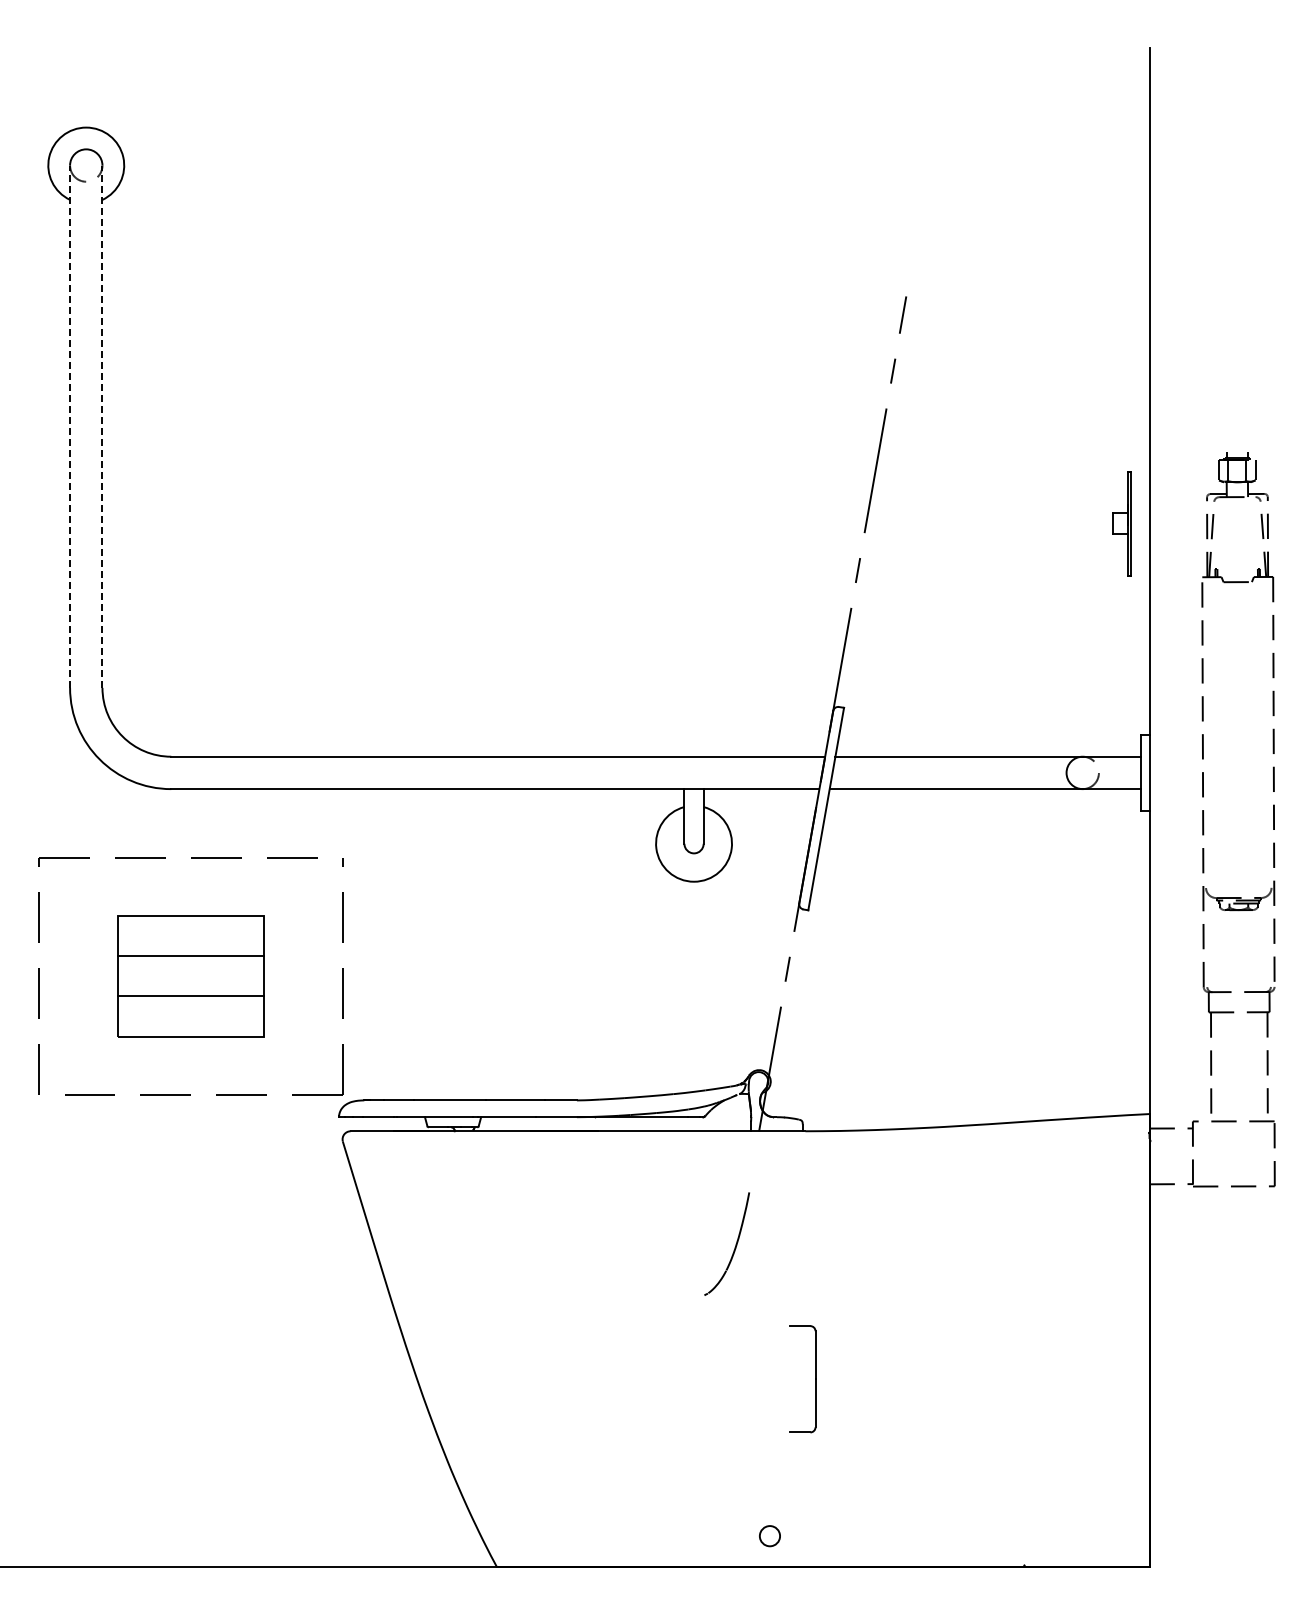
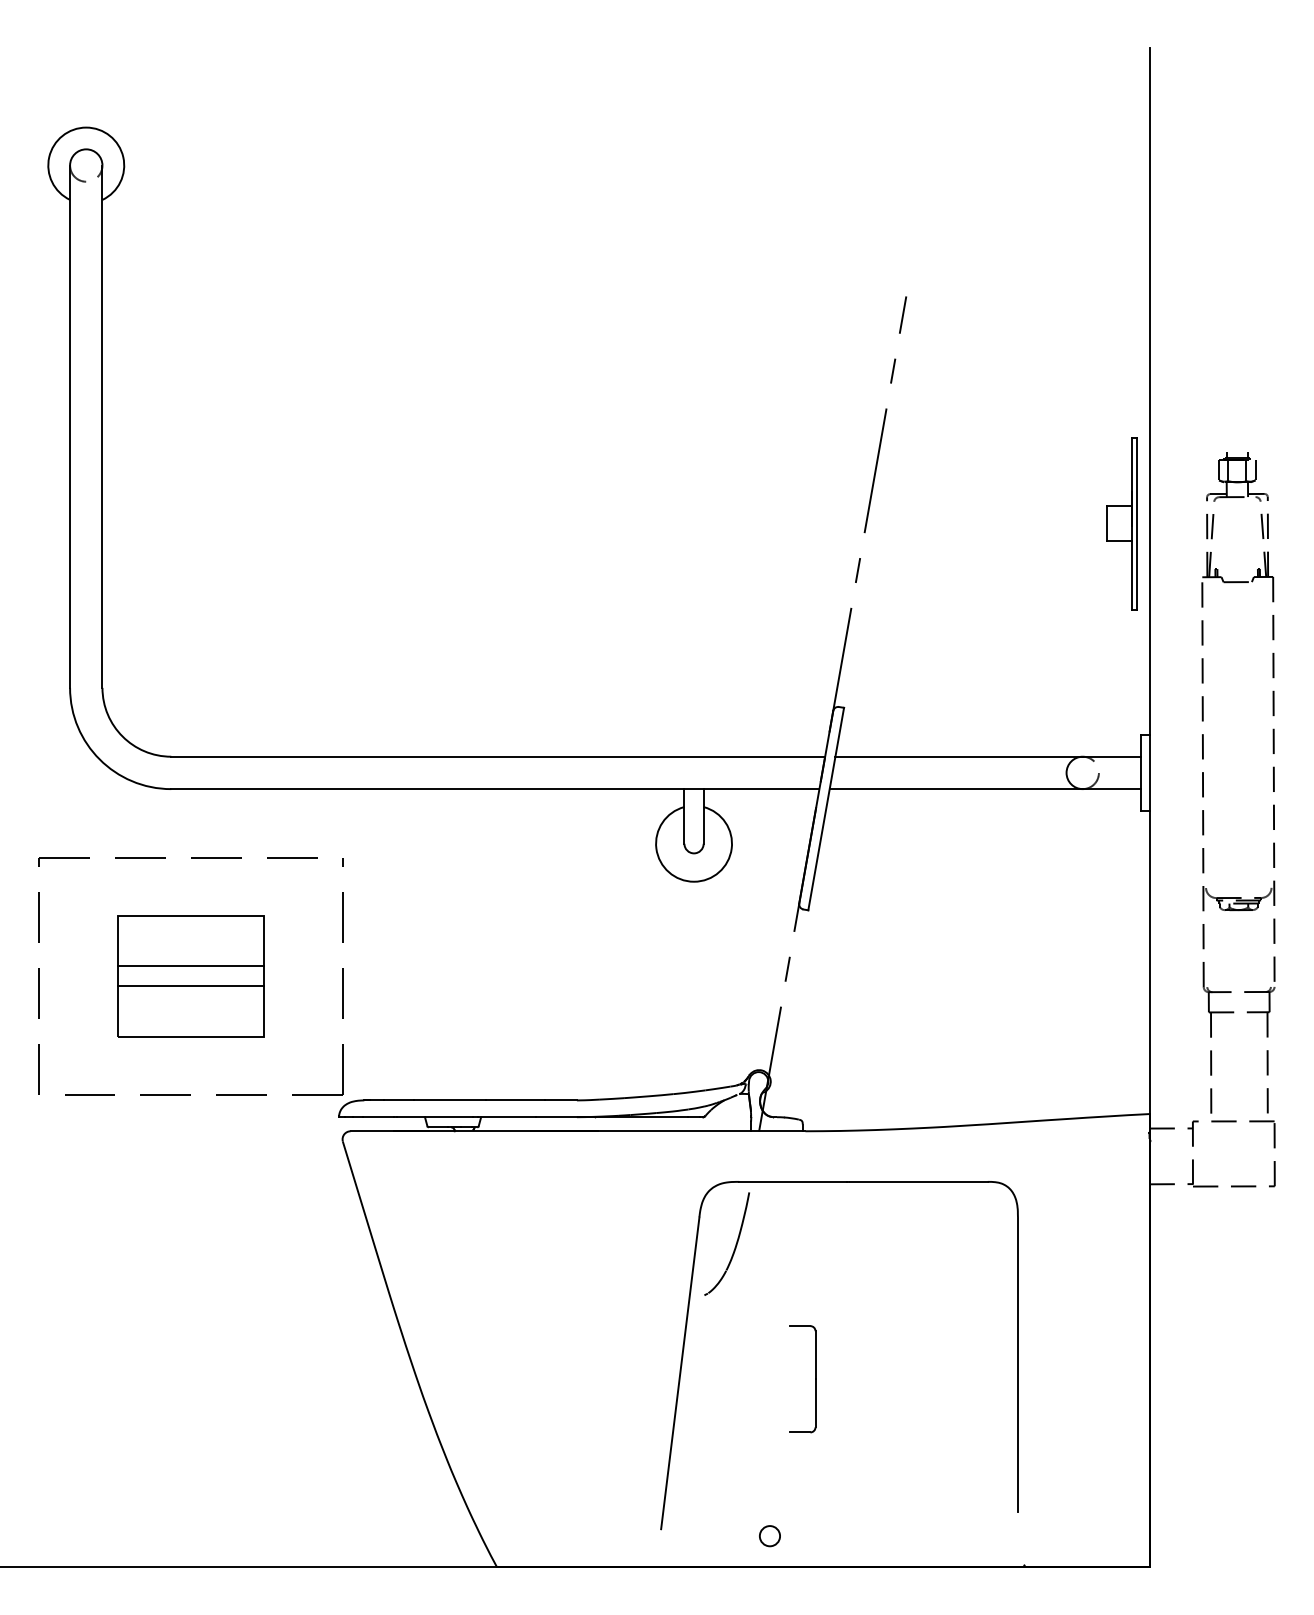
line at (70, 426): dashed -> solid
line at (102, 426): dashed -> solid
part at (1121, 523) size: 20x106 px -> 32x174 px
line at (190, 956) position: (190, 956) -> (190, 966)
line at (190, 996) position: (190, 996) -> (190, 986)
part at (686, 1333): none -> present
